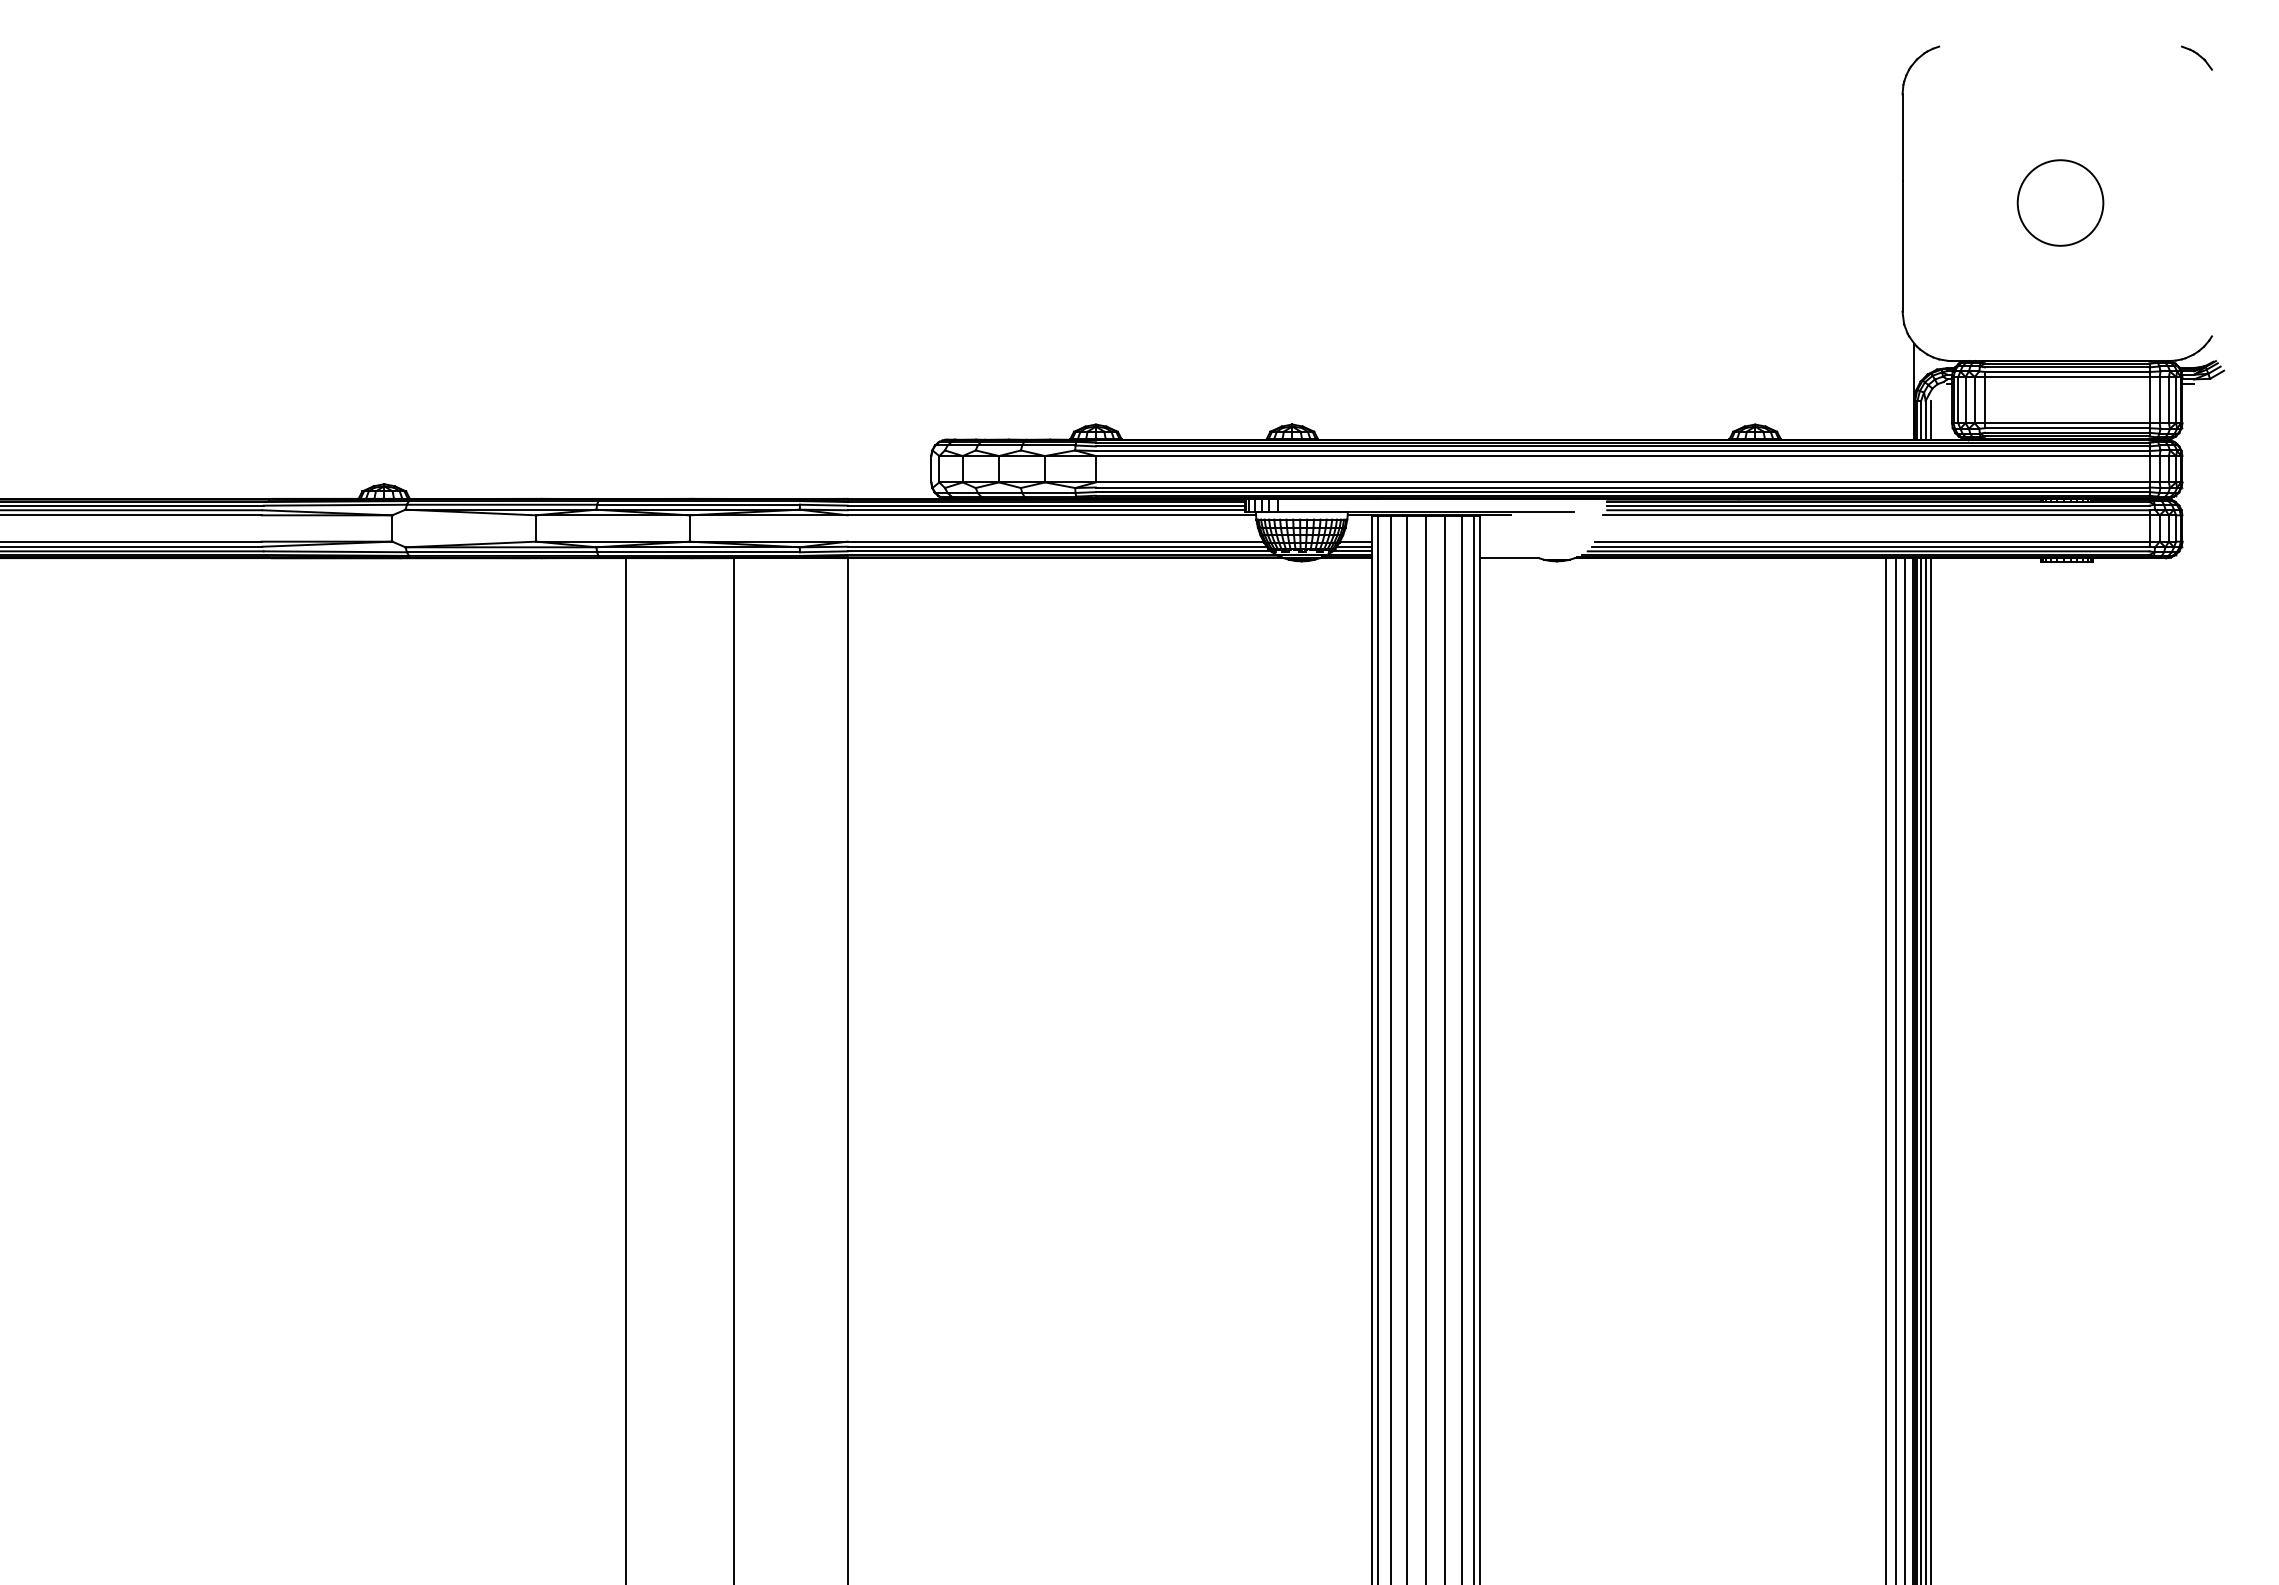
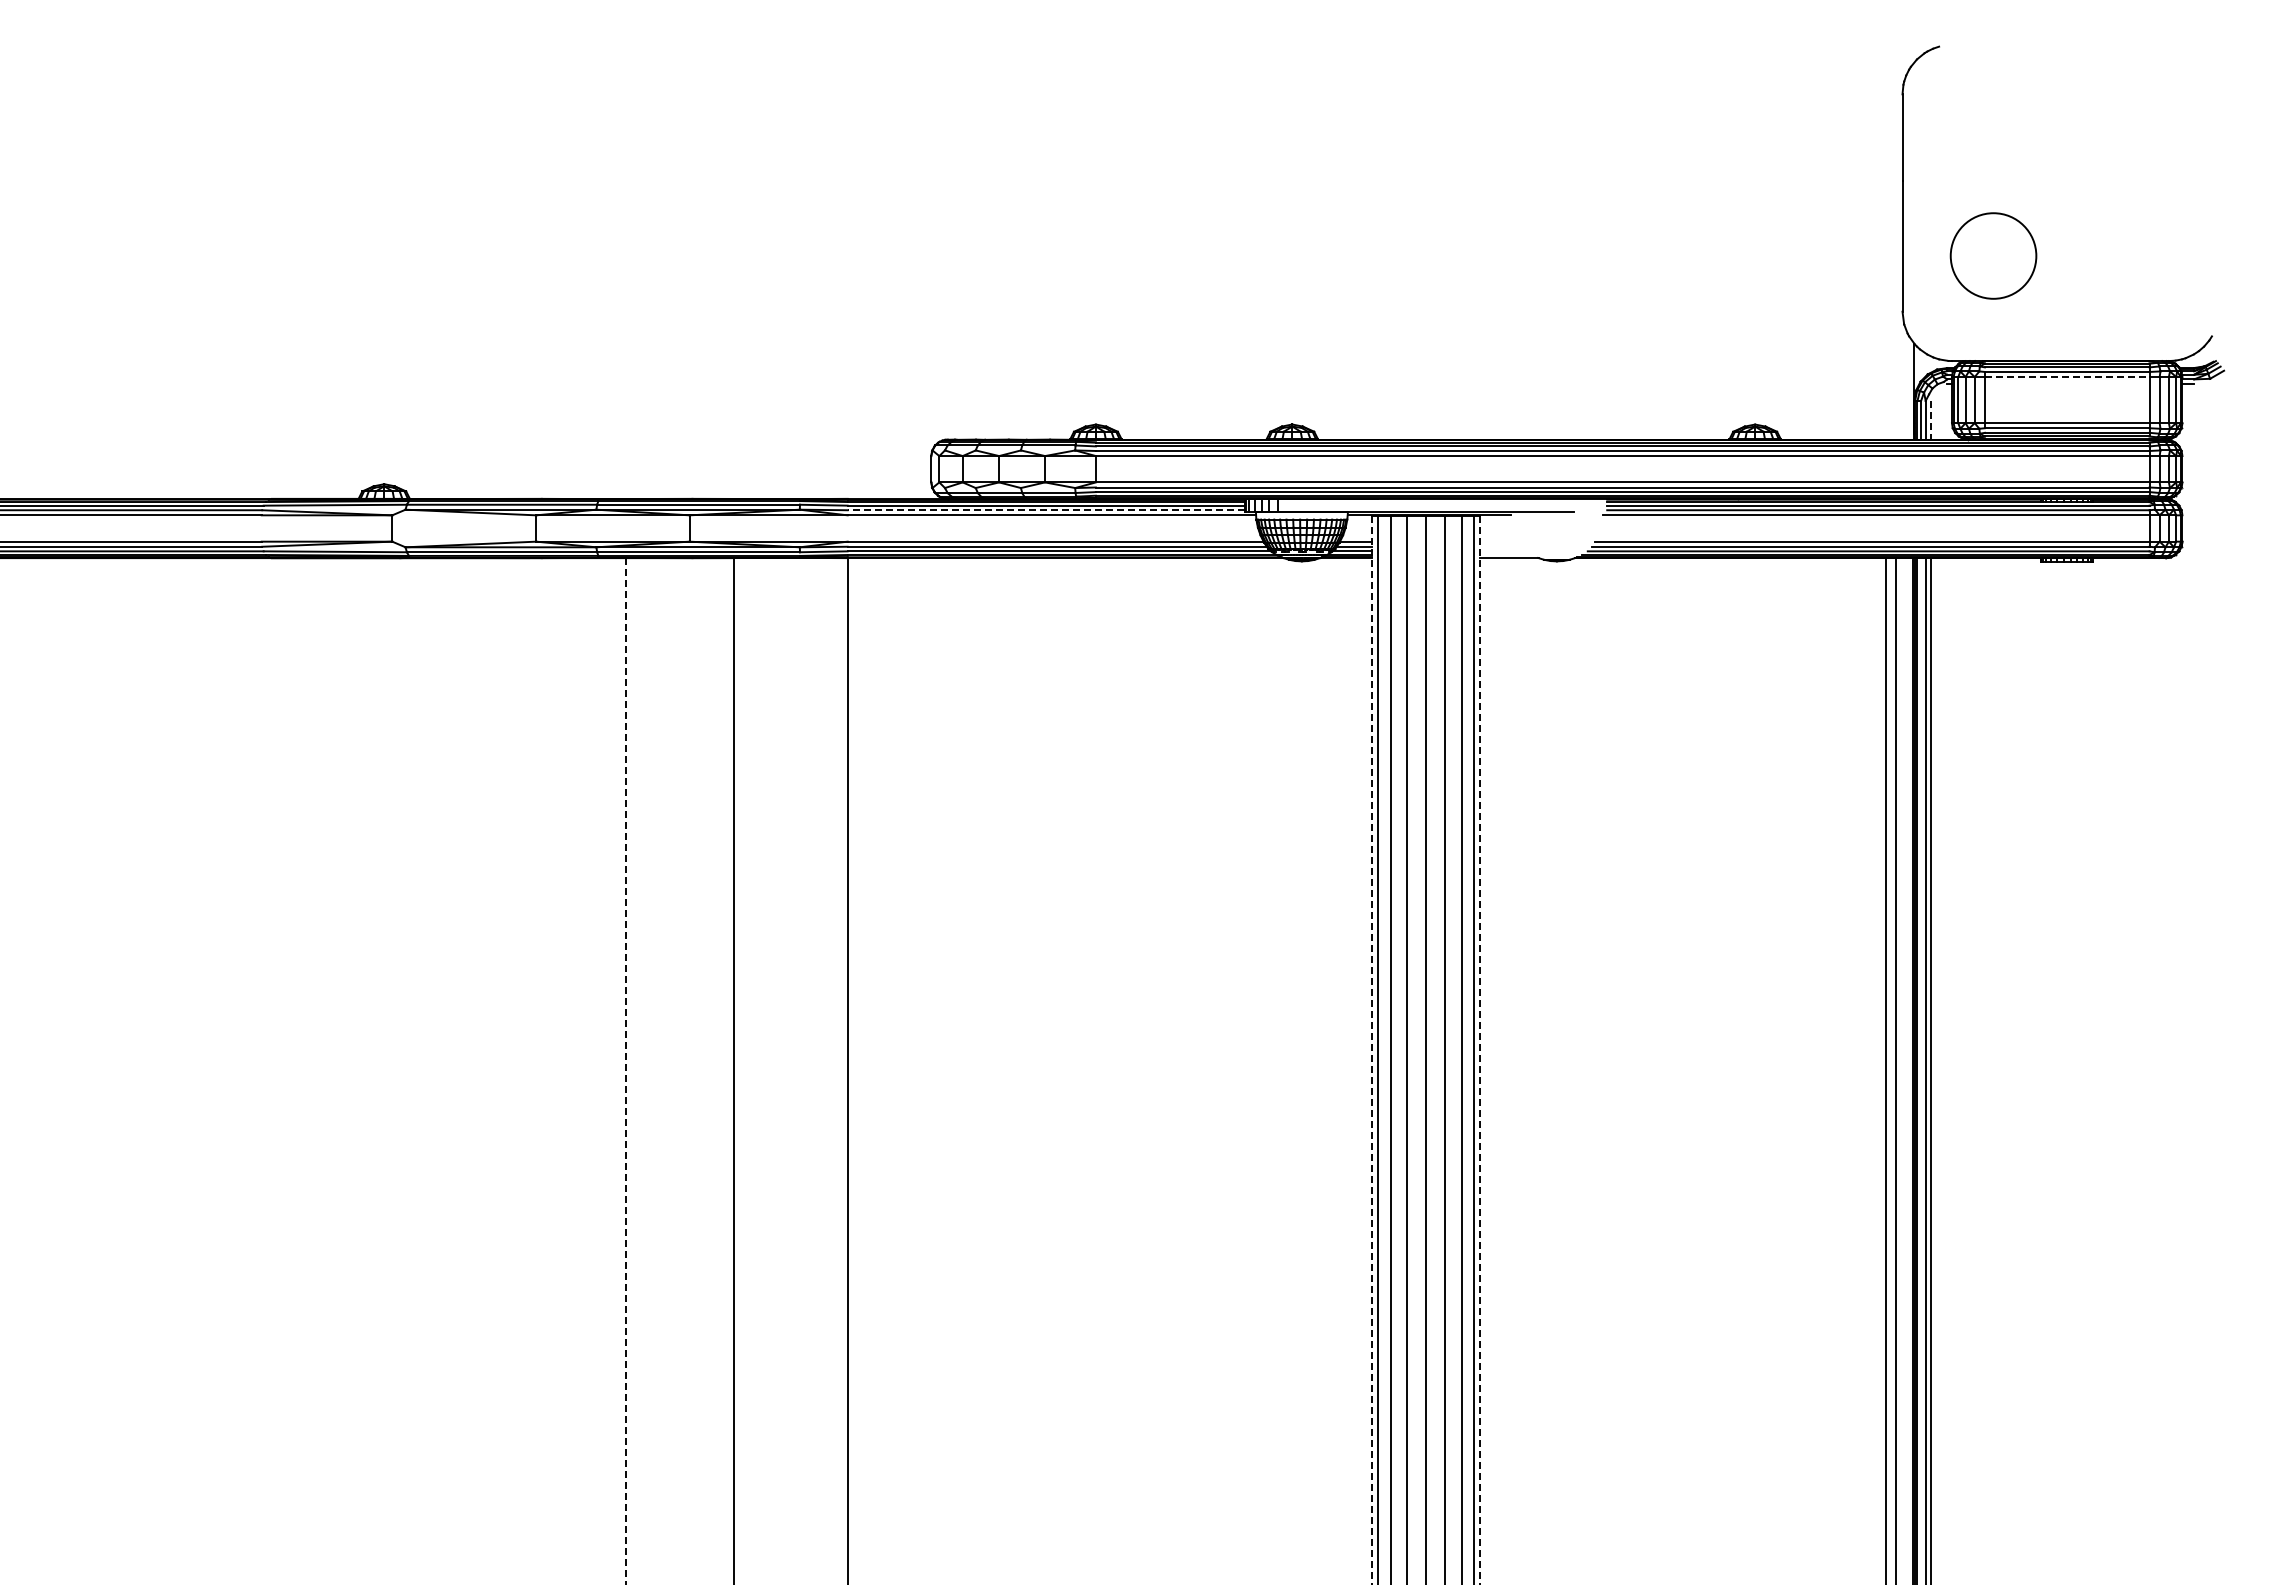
part at (2196, 57): present -> none
circle at (2060, 202) position: (2060, 202) -> (1993, 255)
line at (2067, 377): solid -> dashed
line at (1930, 420): solid -> dashed
line at (1046, 510): solid -> dashed
line at (1371, 1050): solid -> dashed
line at (1480, 1050): solid -> dashed
line at (1905, 1069): present -> none
line at (1921, 1069): present -> none
line at (626, 1071): solid -> dashed
